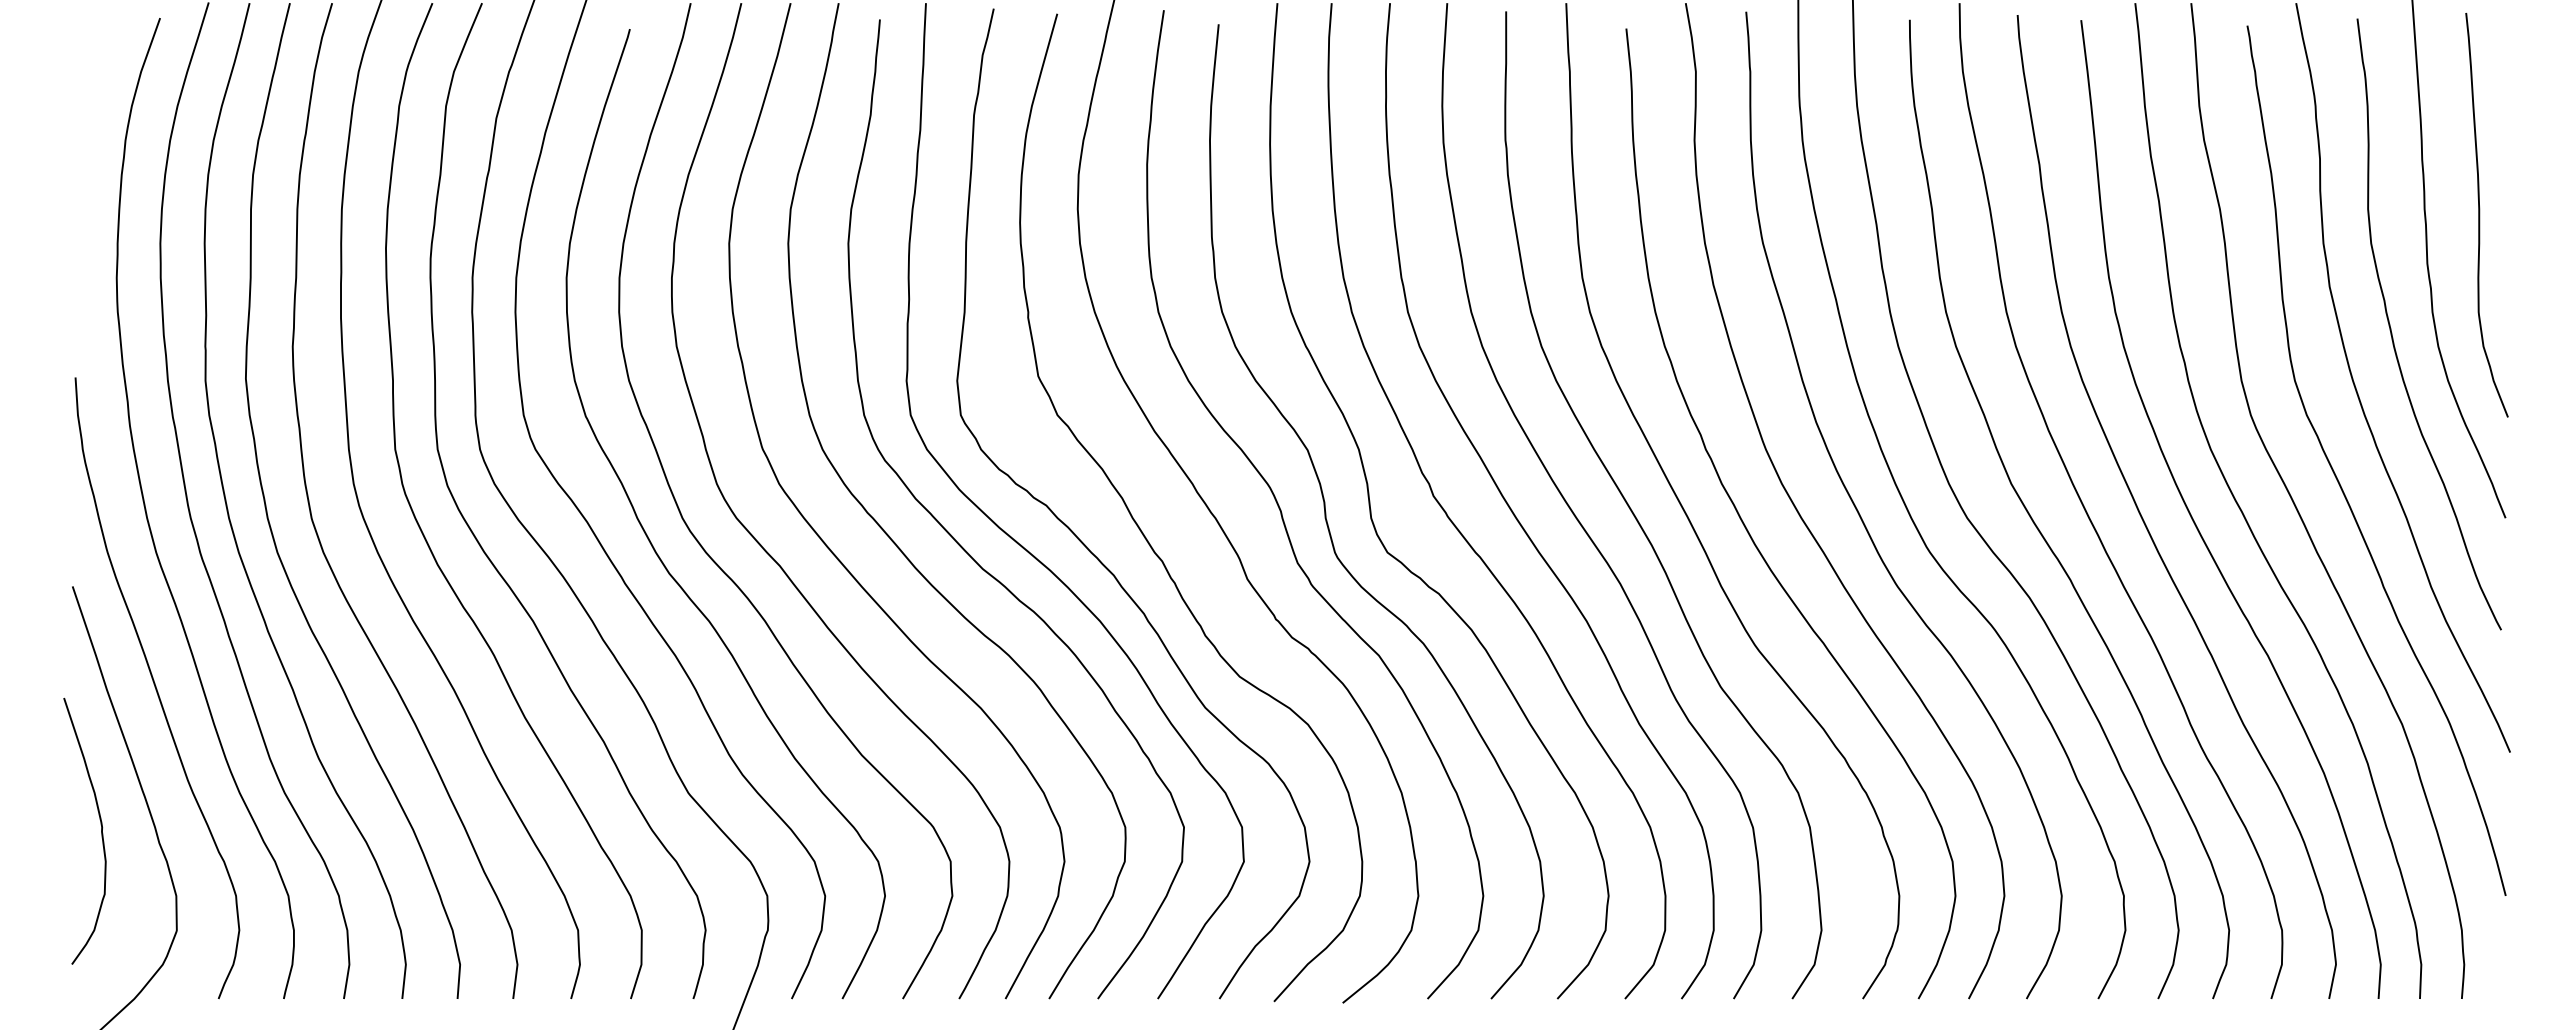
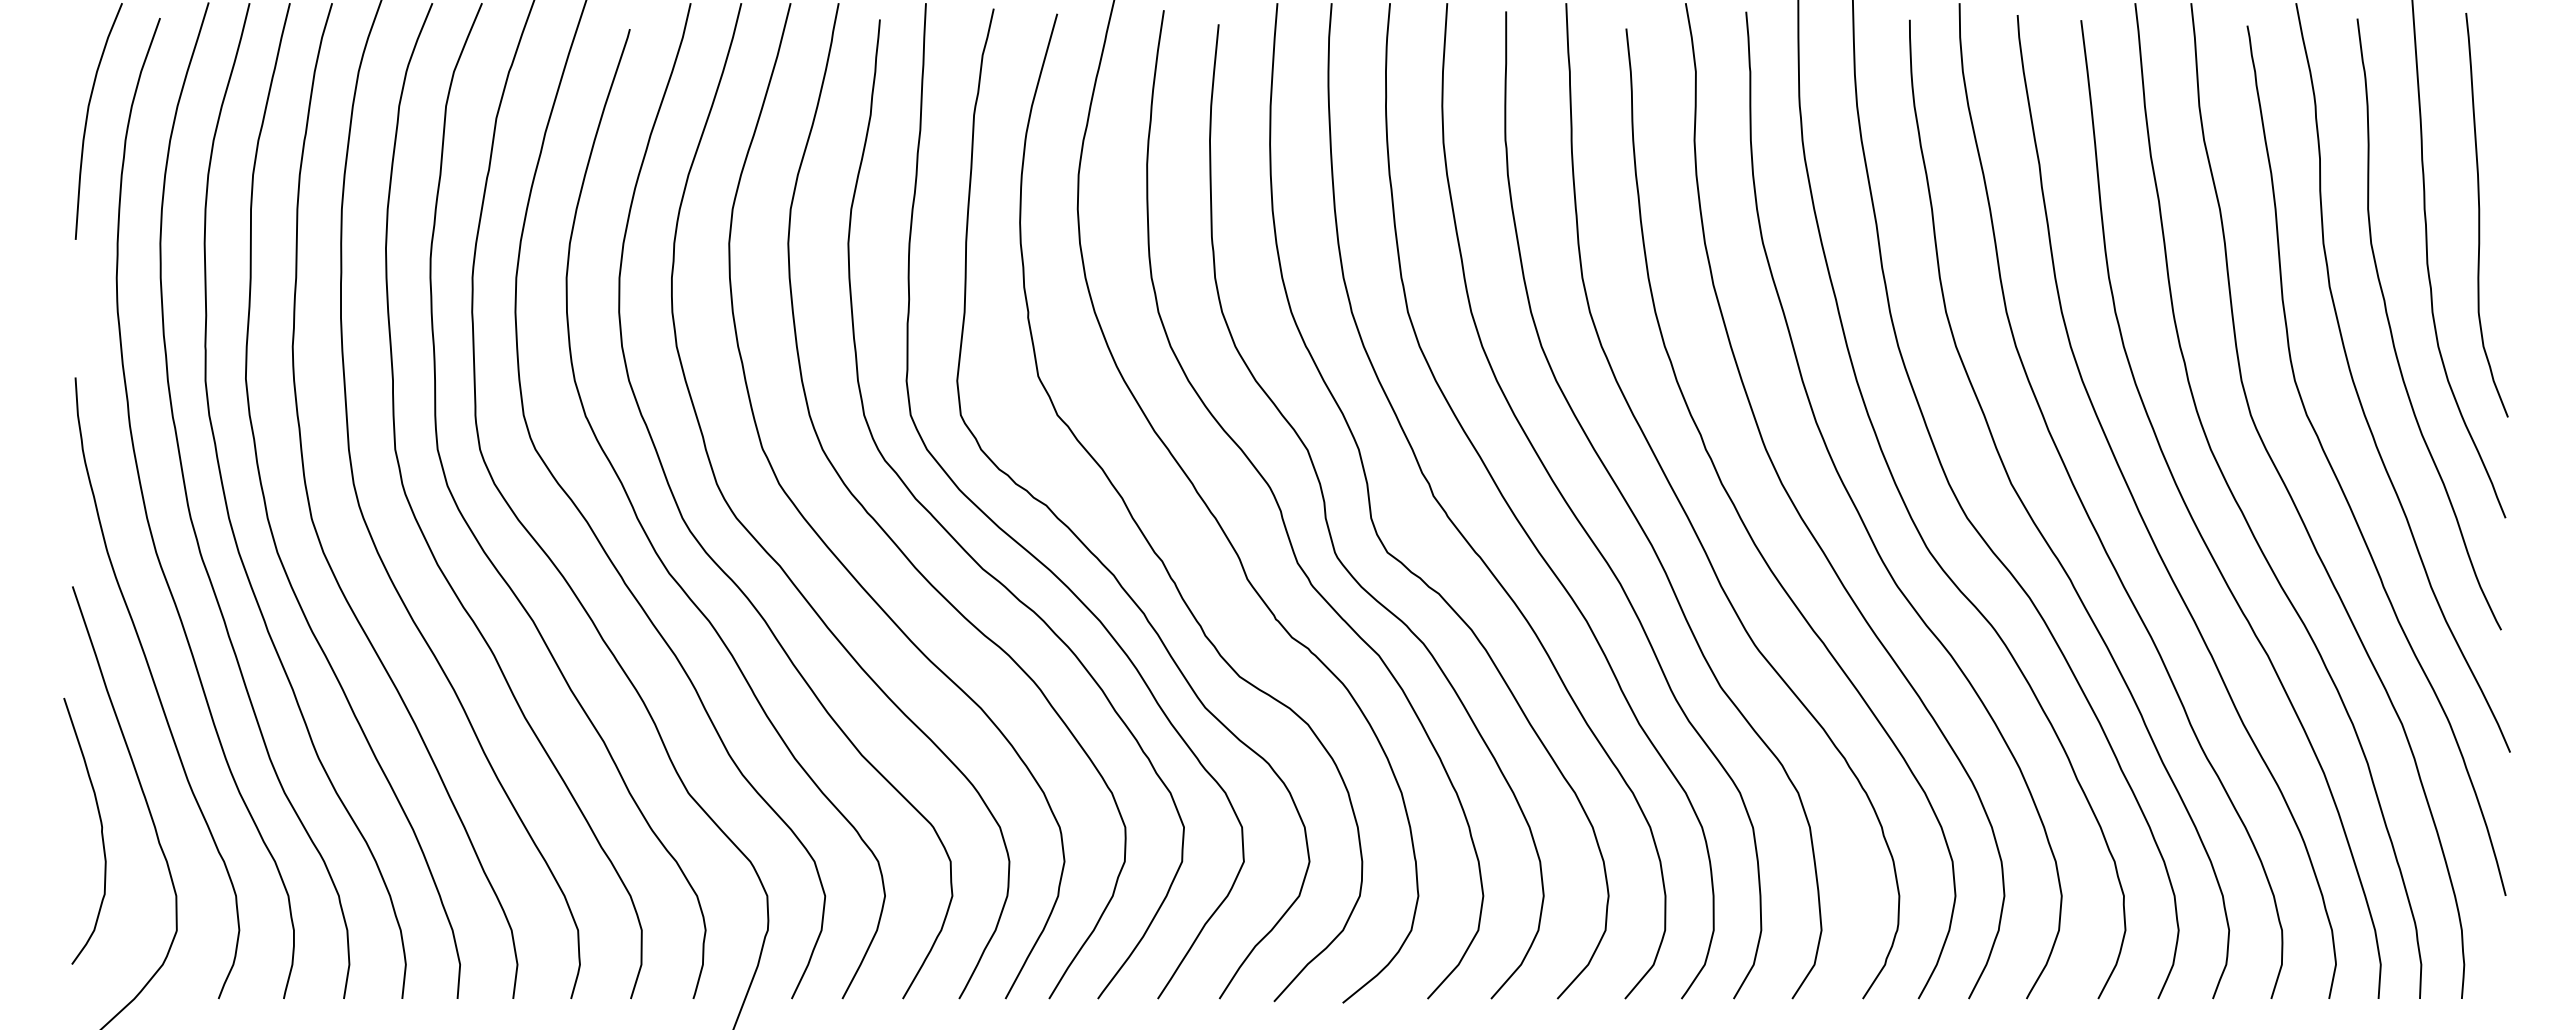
curve at (87, 121): none -> present
